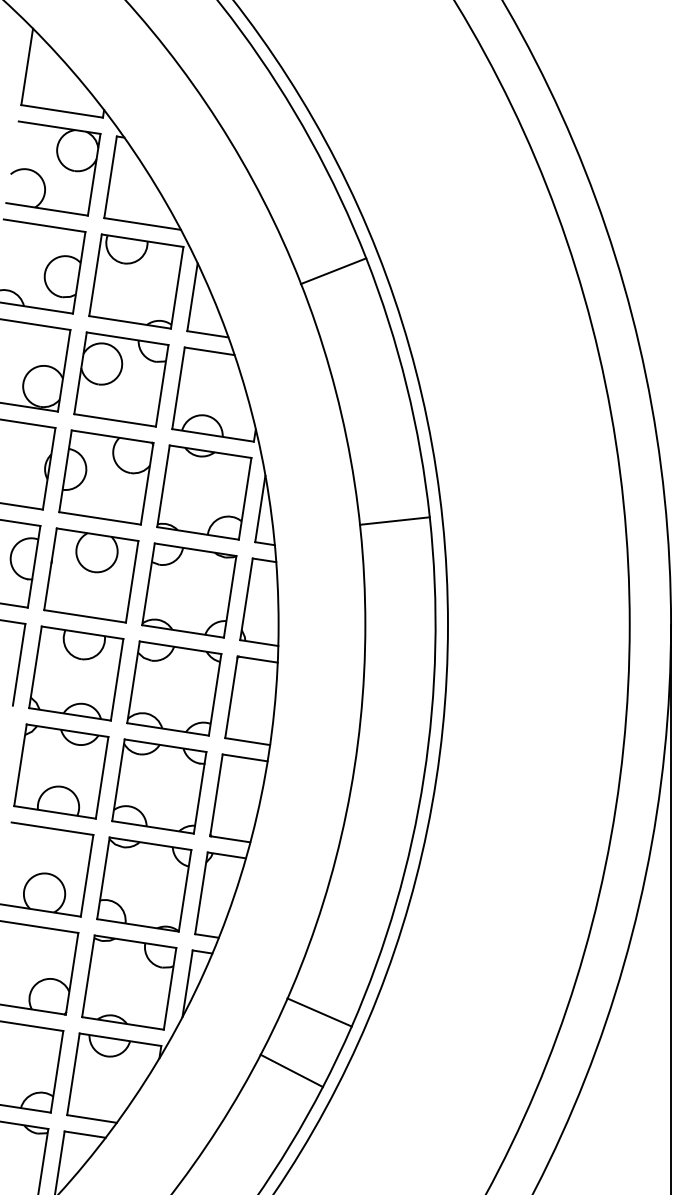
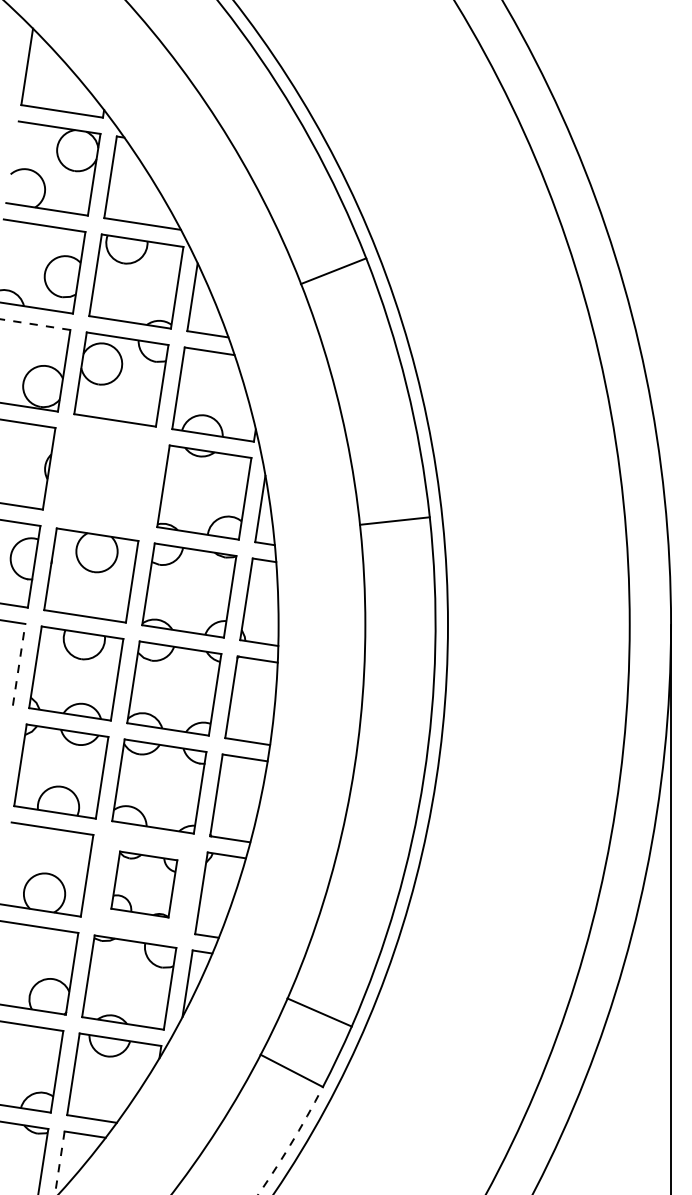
line at (35, 324): solid -> dashed
part at (106, 477): present -> none
line at (19, 664): solid -> dashed
part at (144, 884) size: 97x97 px -> 69x69 px
arc at (292, 1141): solid -> dashed
line at (59, 1162): solid -> dashed
